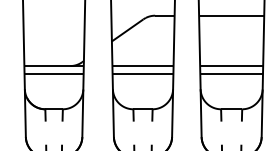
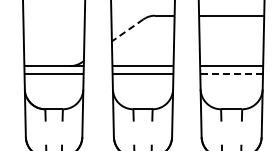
line at (127, 30): solid -> dashed
line at (231, 73): solid -> dashed
